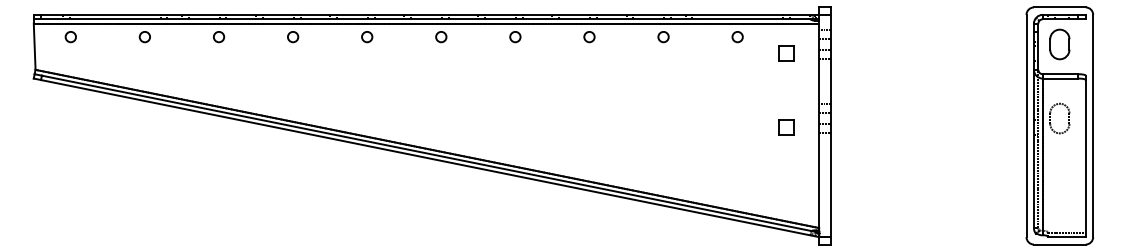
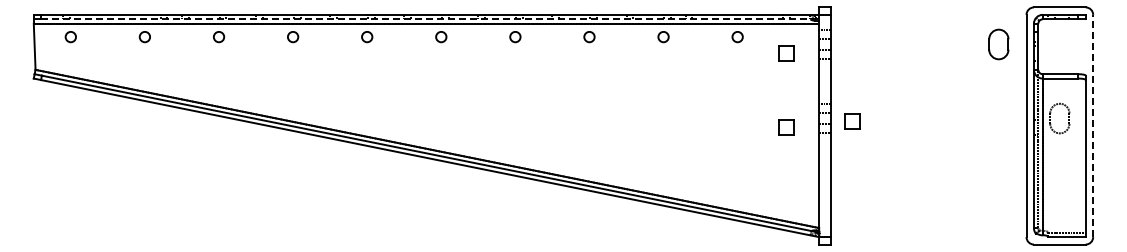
line at (430, 19): solid -> dashed
part at (1059, 44) position: (1059, 44) -> (998, 44)
part at (852, 121): none -> present
line at (1093, 125): solid -> dashed
